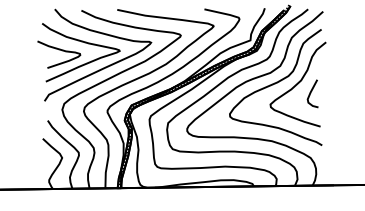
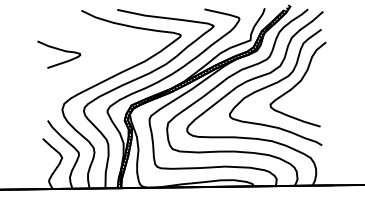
part at (97, 54): present -> none
curve at (311, 93): present -> none
